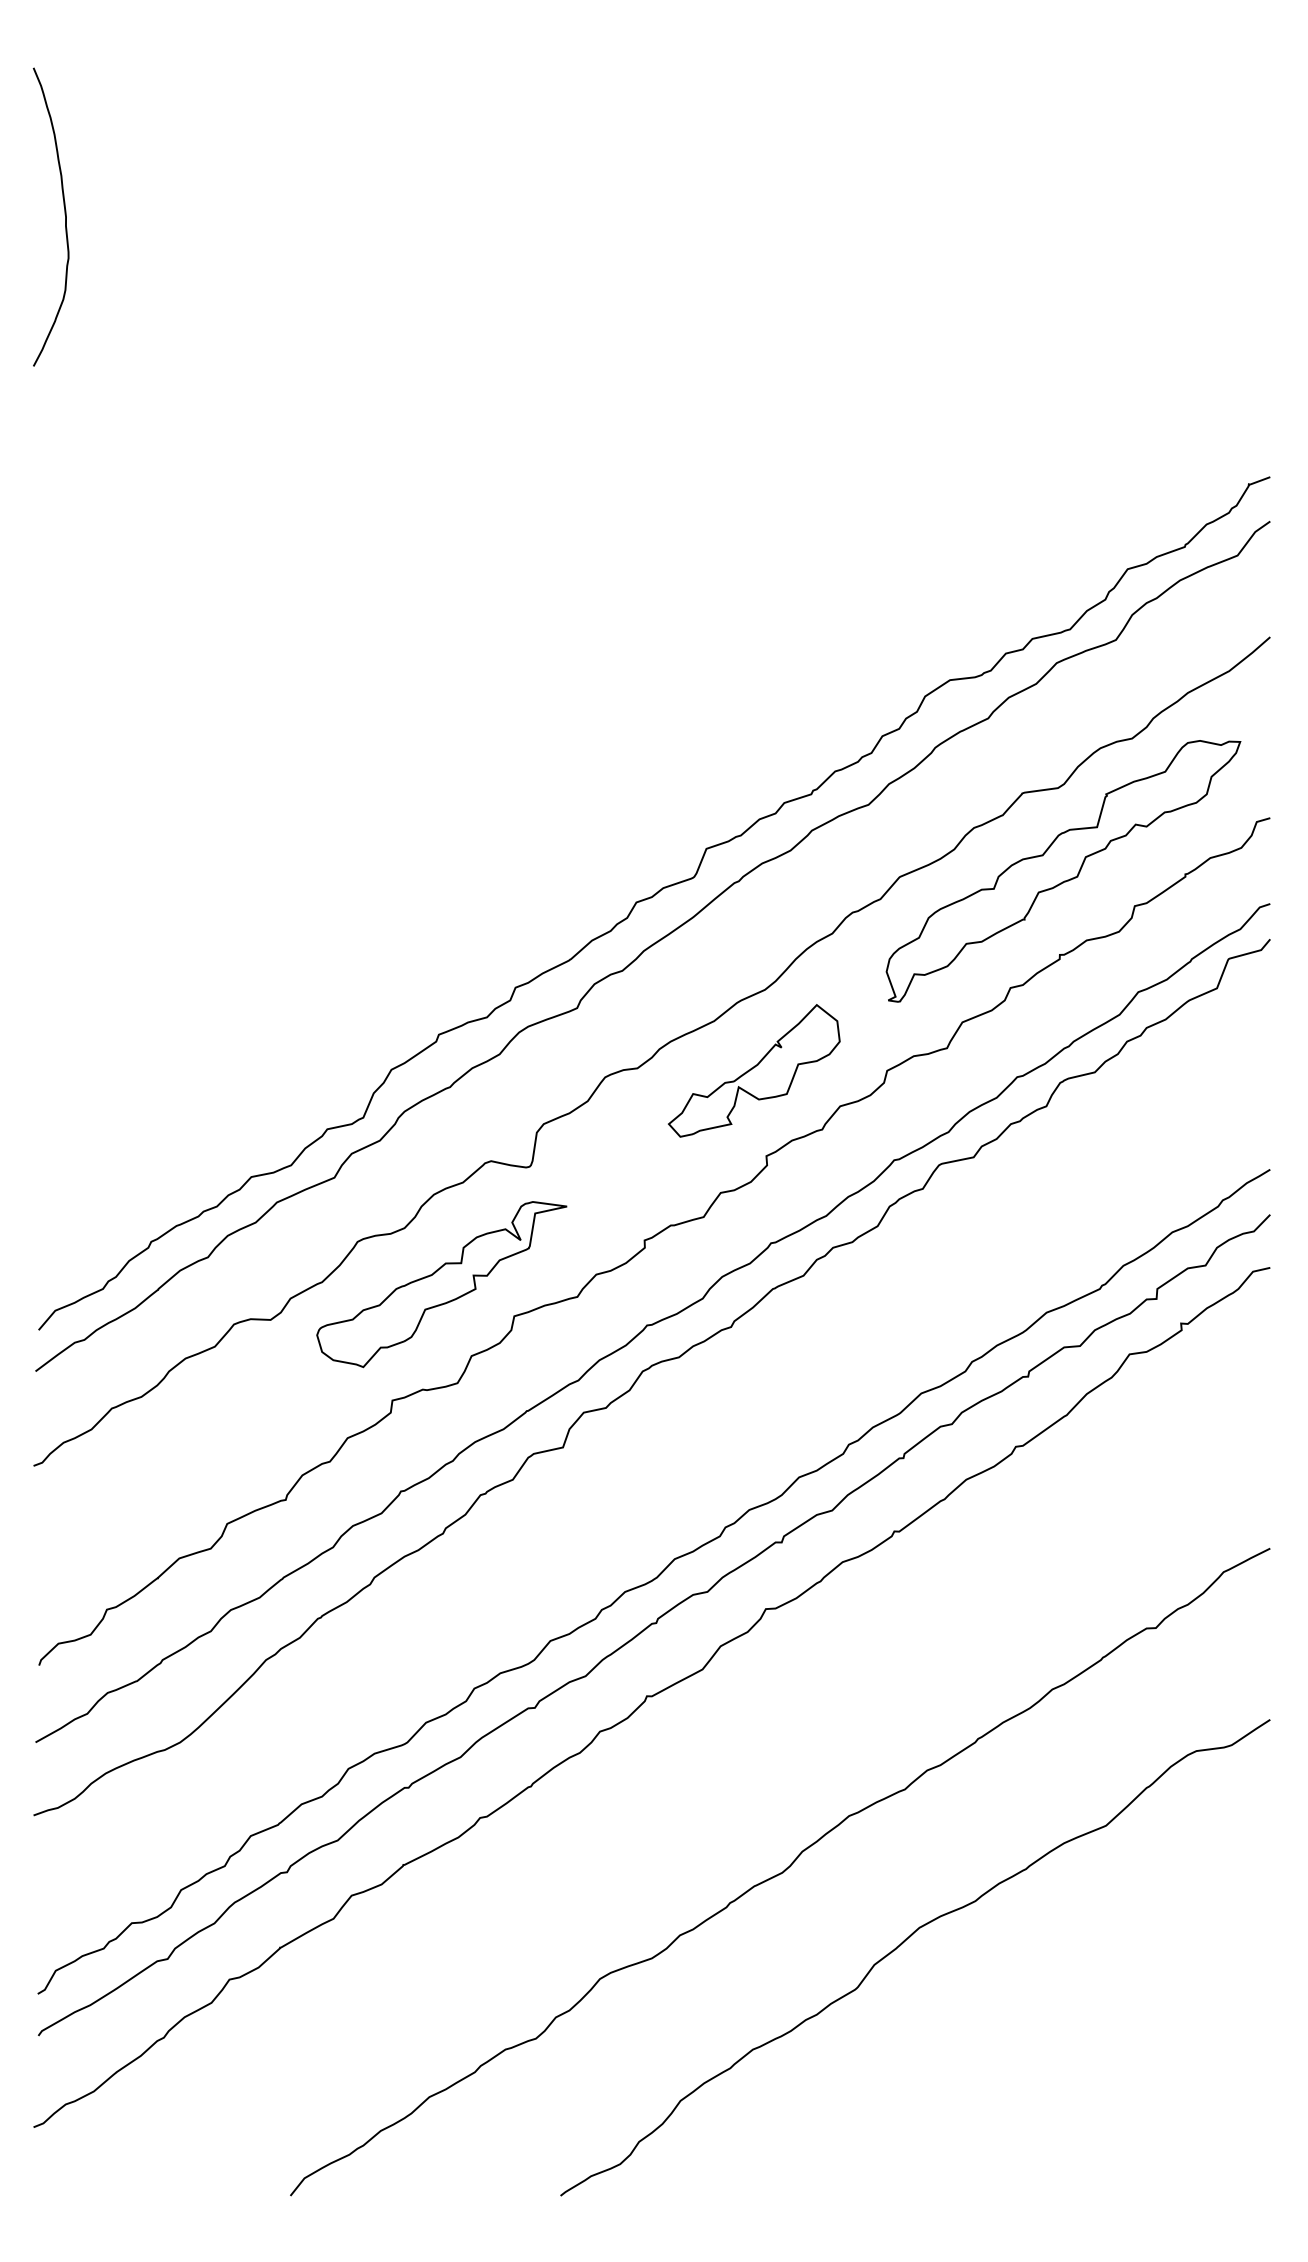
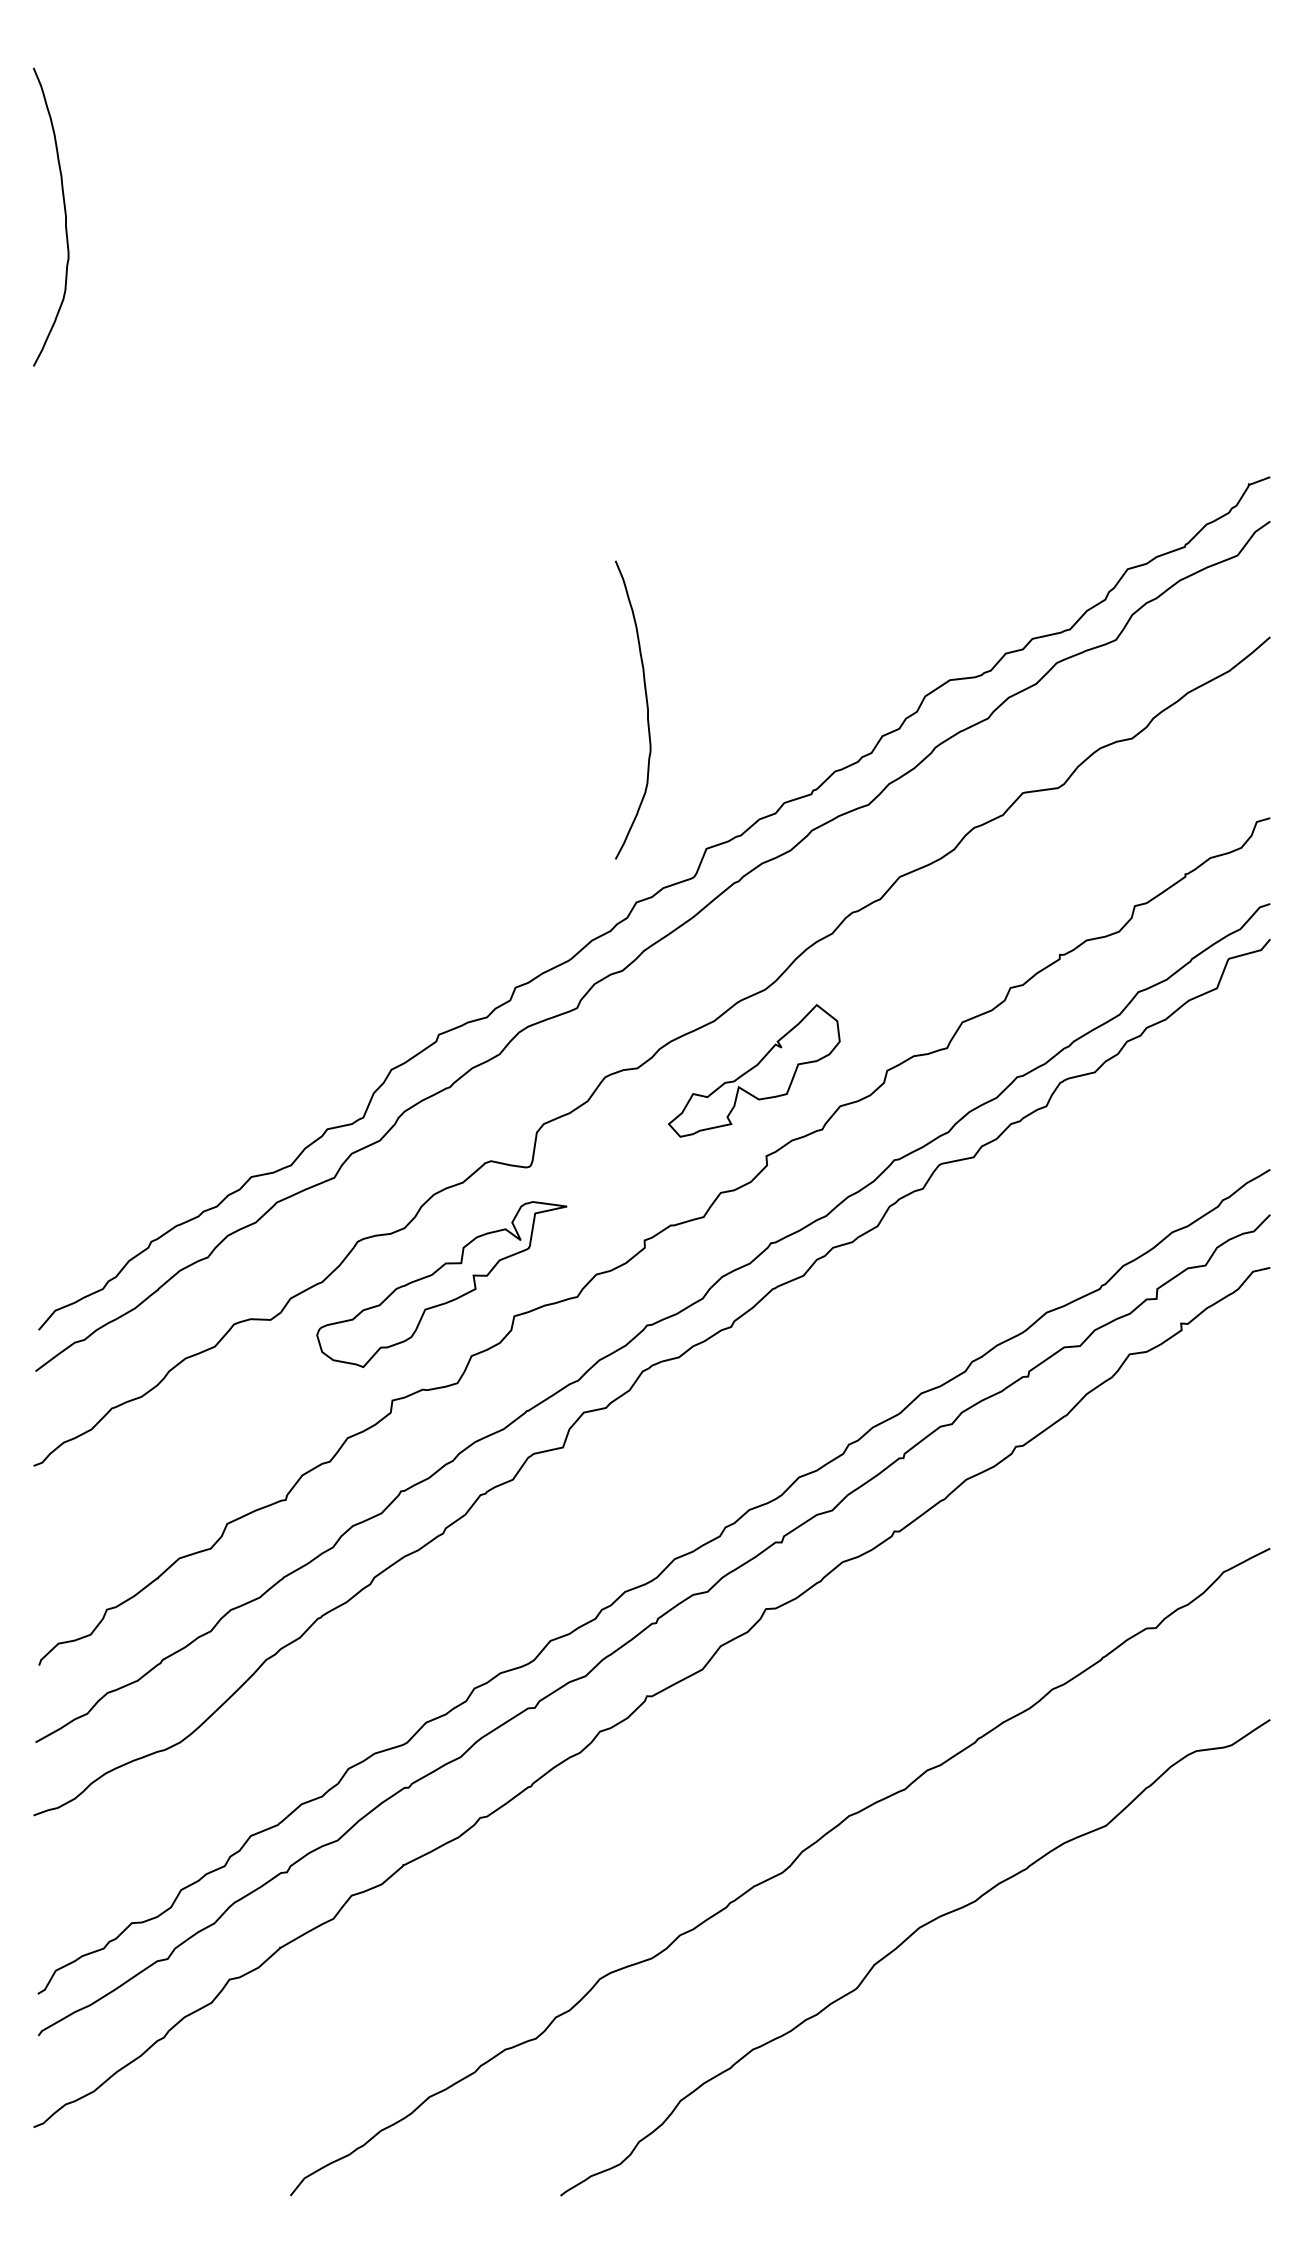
curve at (646, 707): none -> present
part at (1063, 871): present -> none
